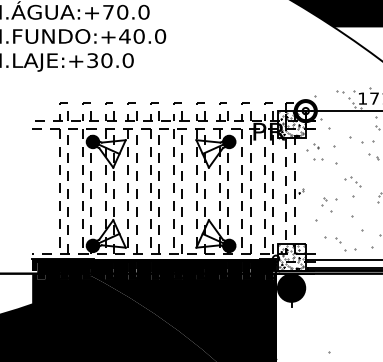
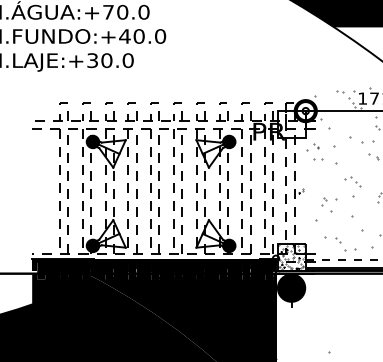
hatch at (291, 124): present -> none
line at (344, 260): solid -> dashed
